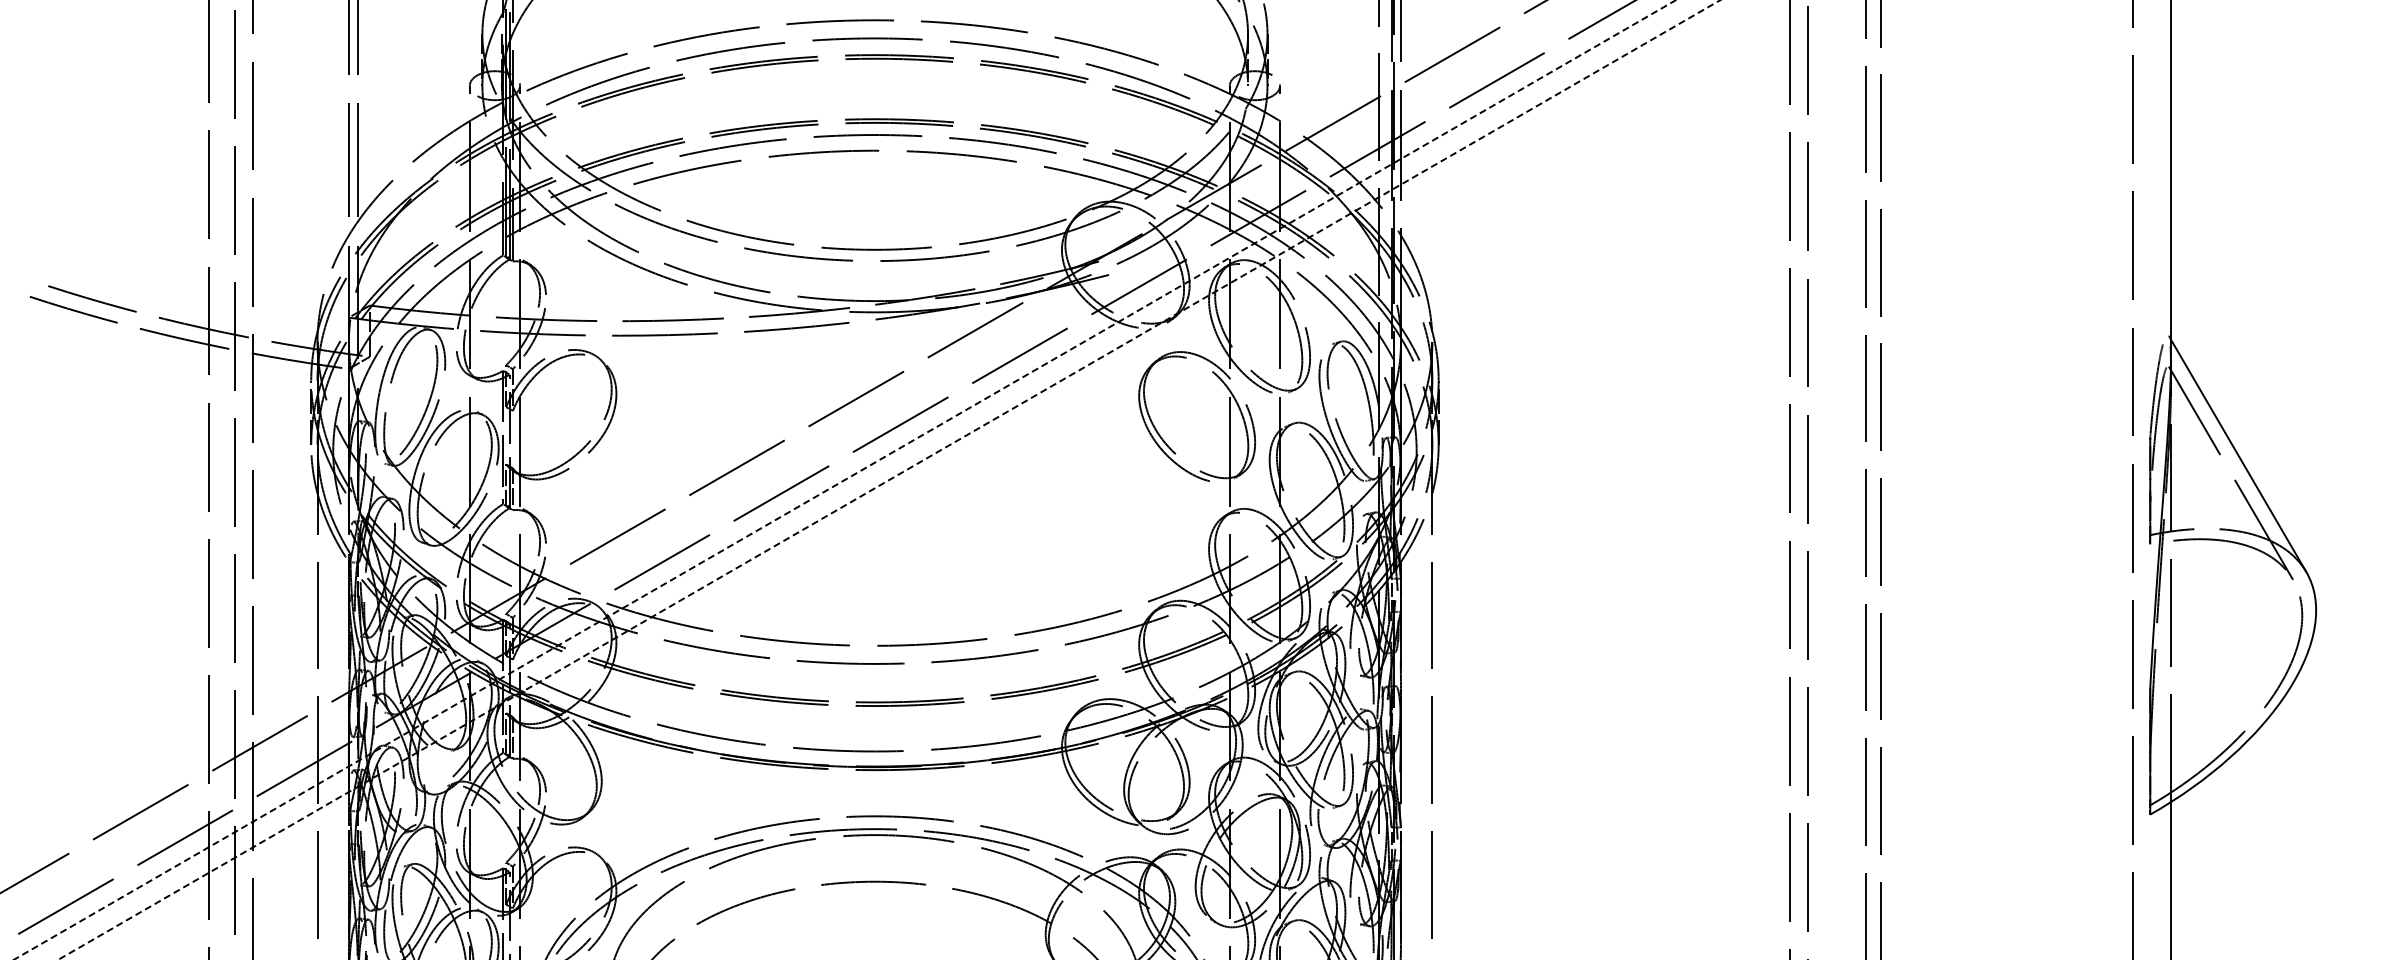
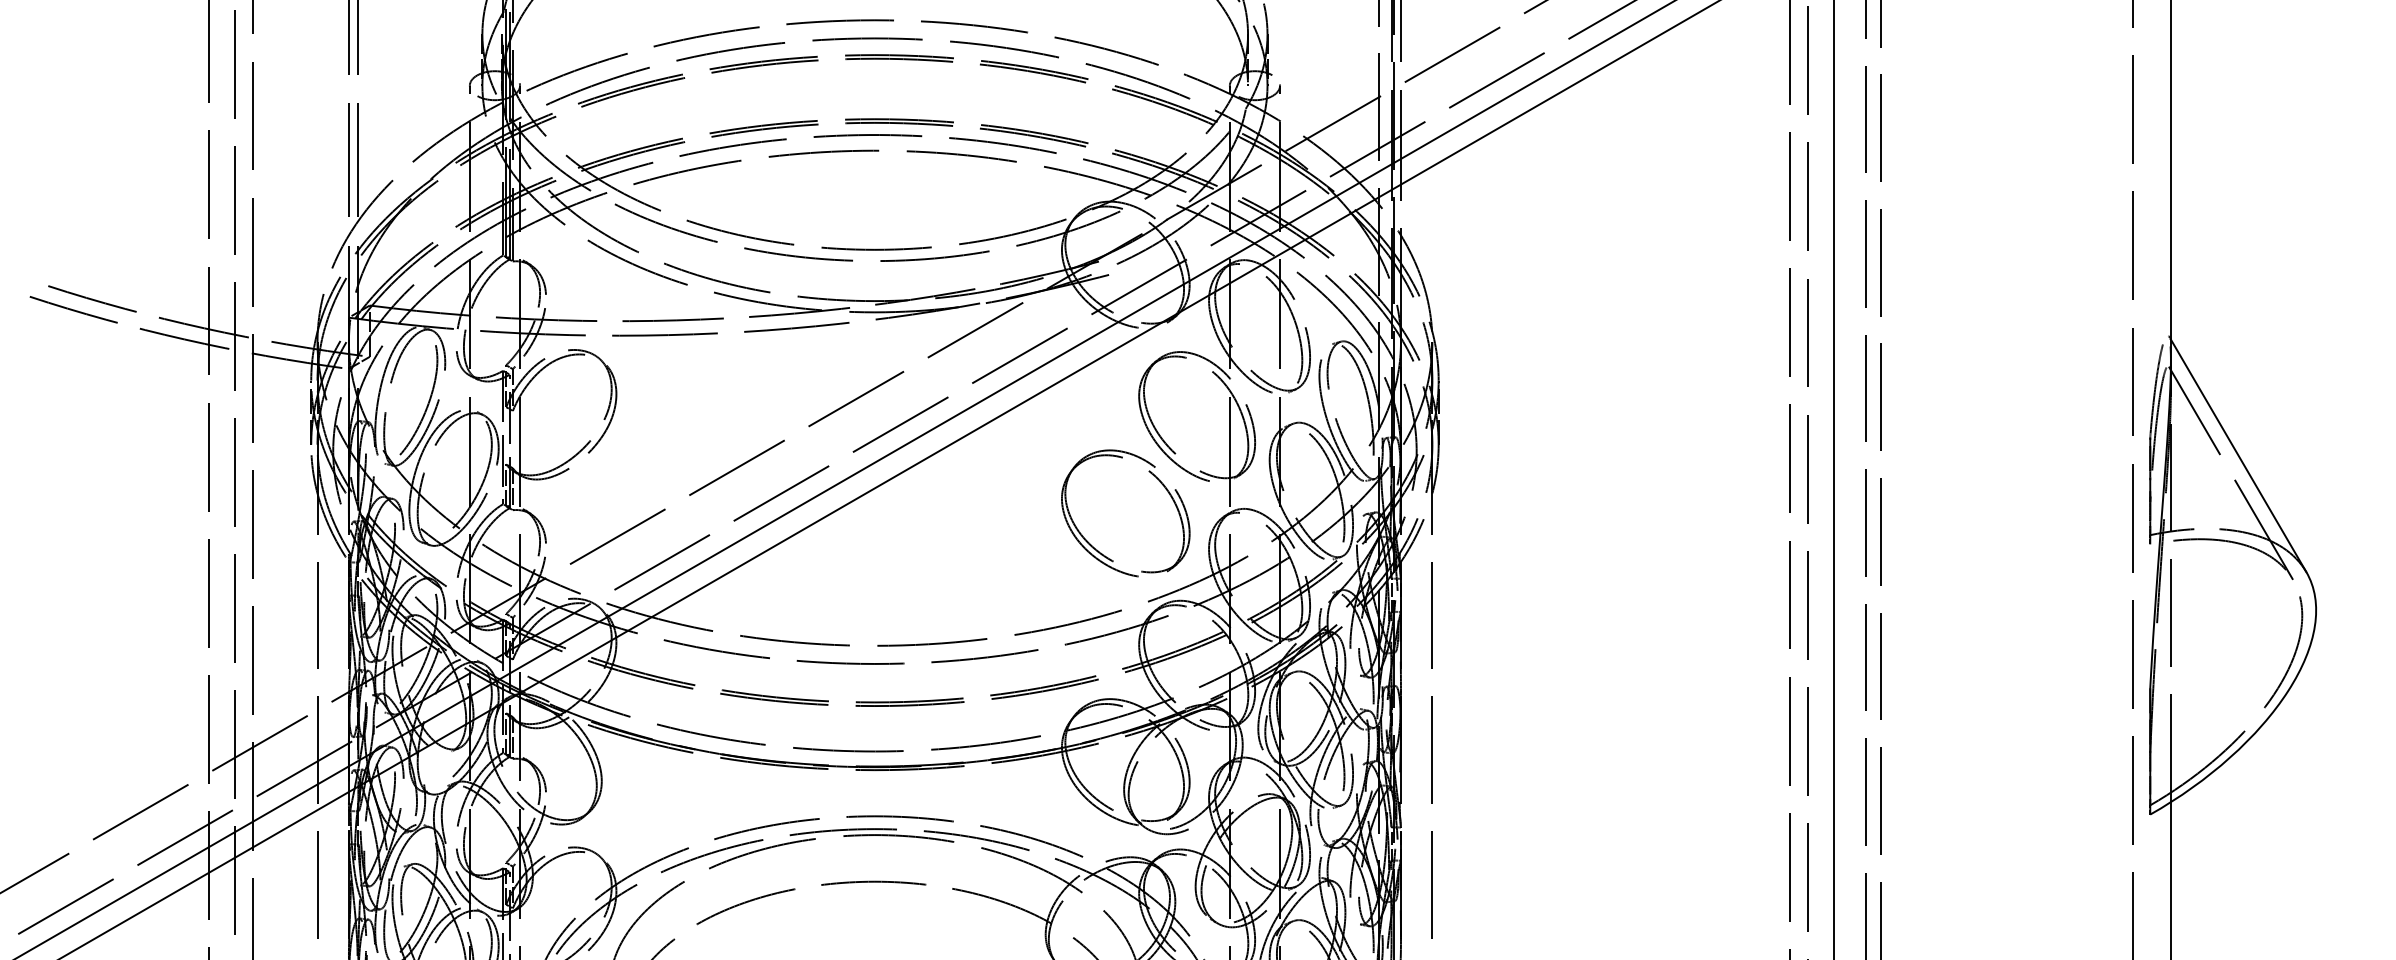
line at (889, 479): dashed -> solid
line at (1834, 479): none -> present
line at (844, 480): dashed -> solid
part at (1097, 549): none -> present
